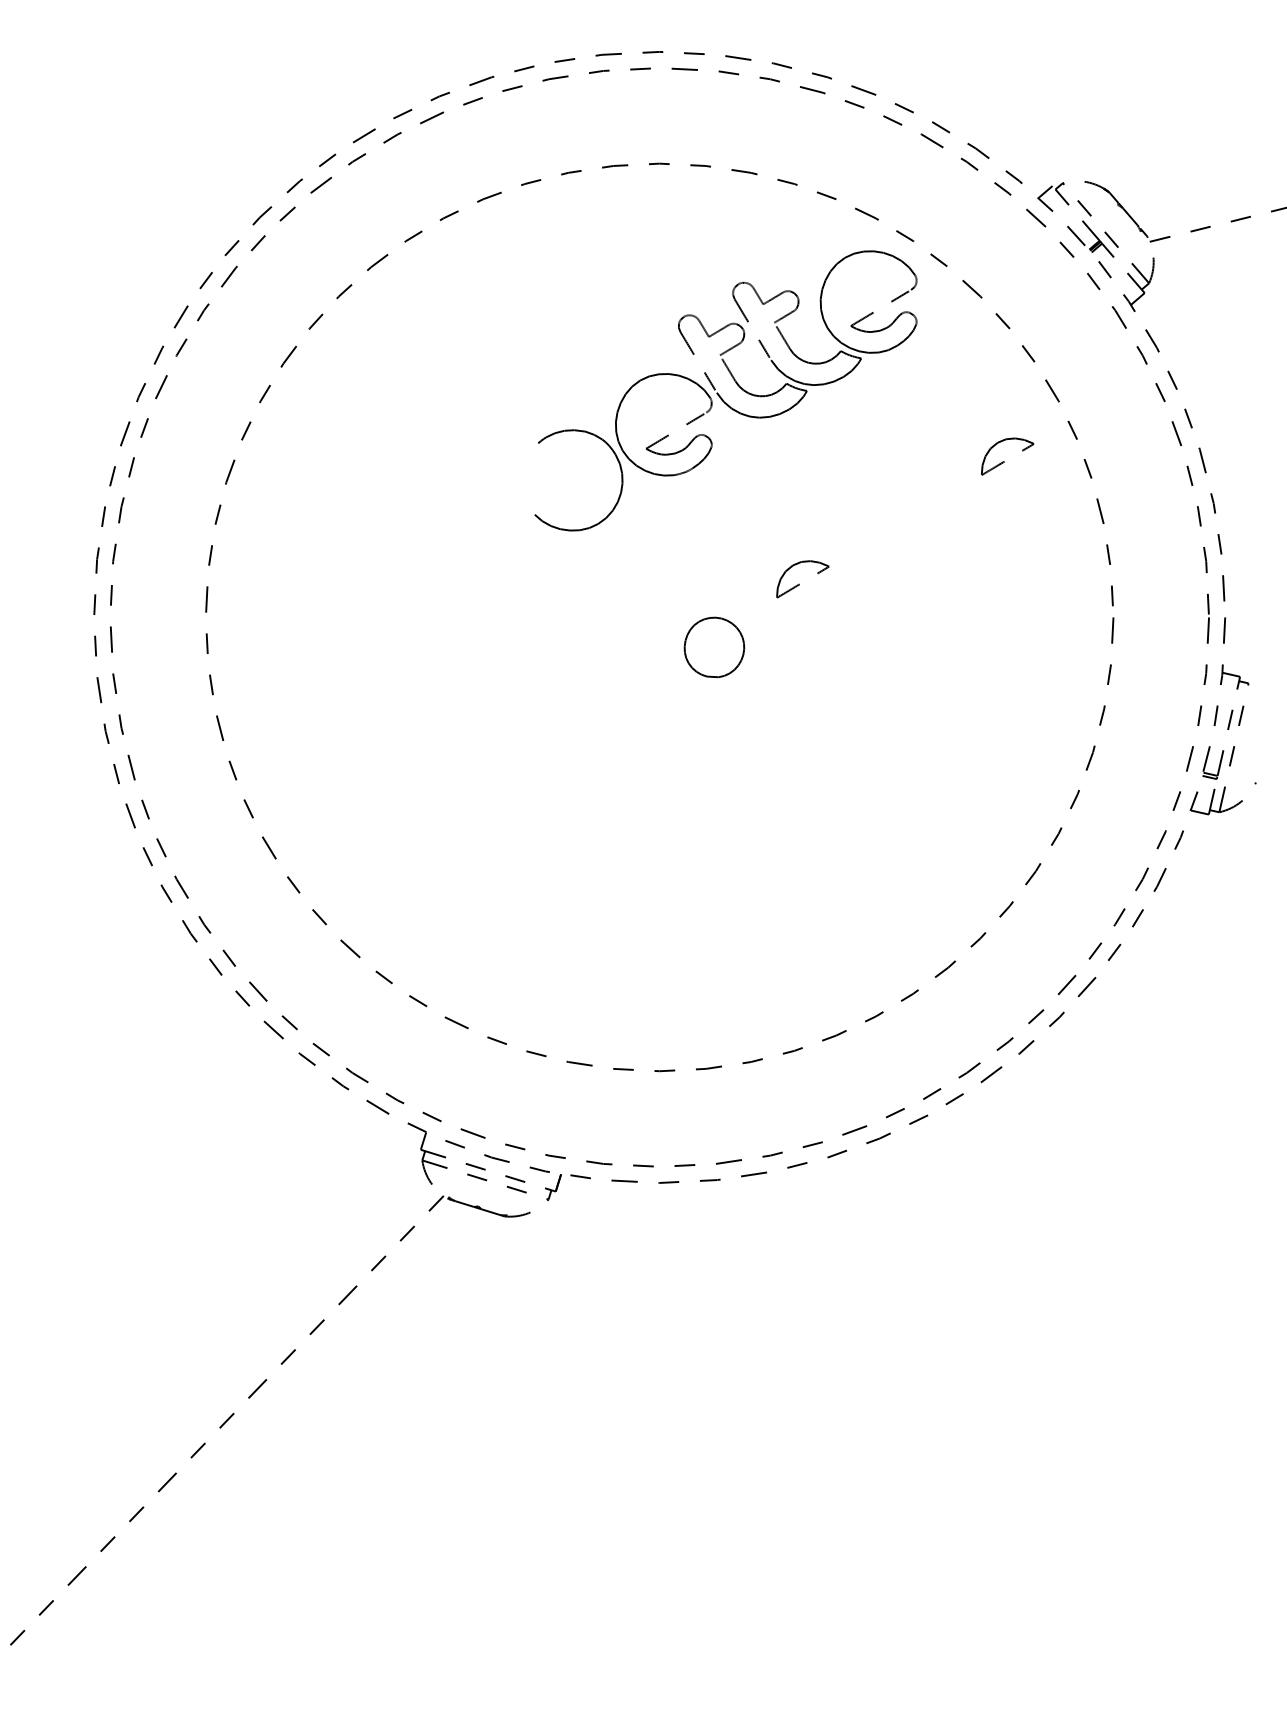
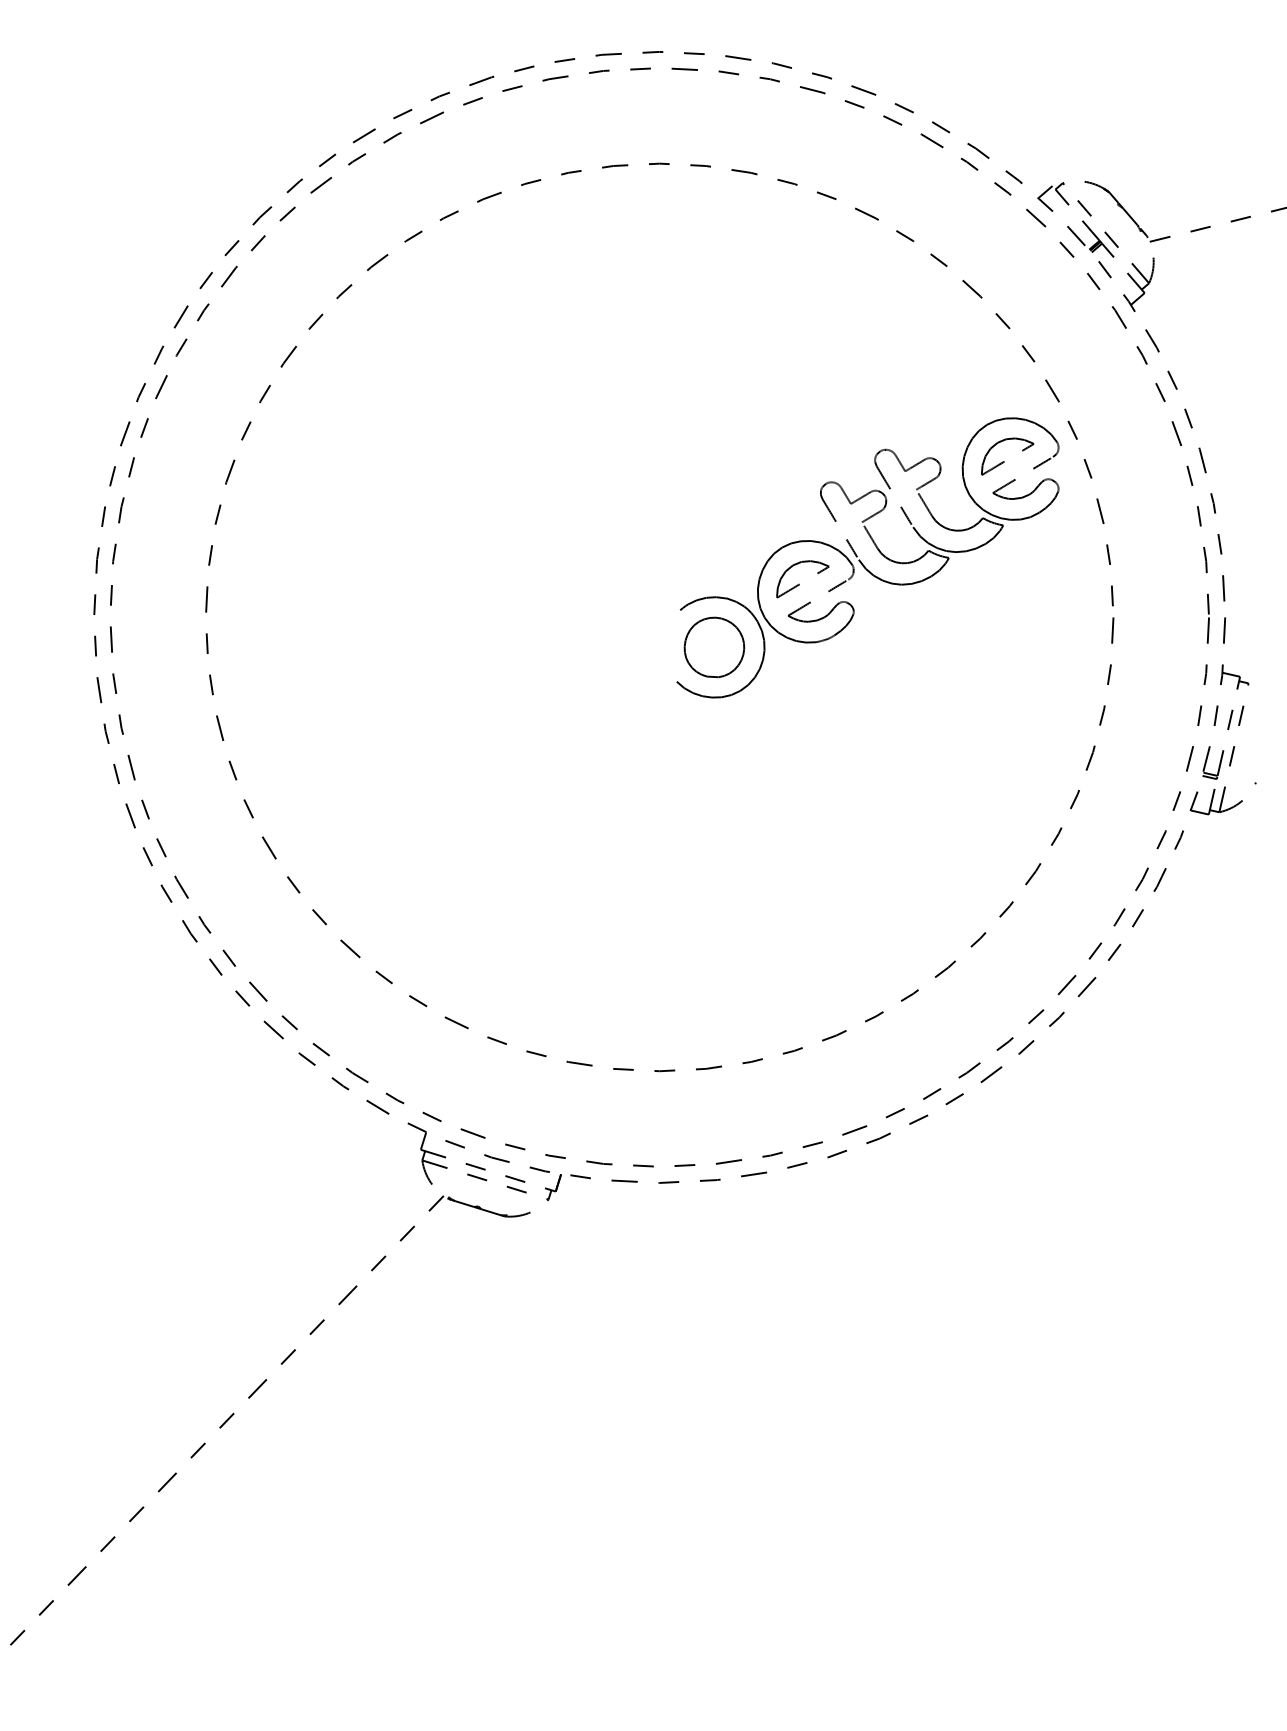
part at (720, 395) position: (720, 395) -> (862, 562)
